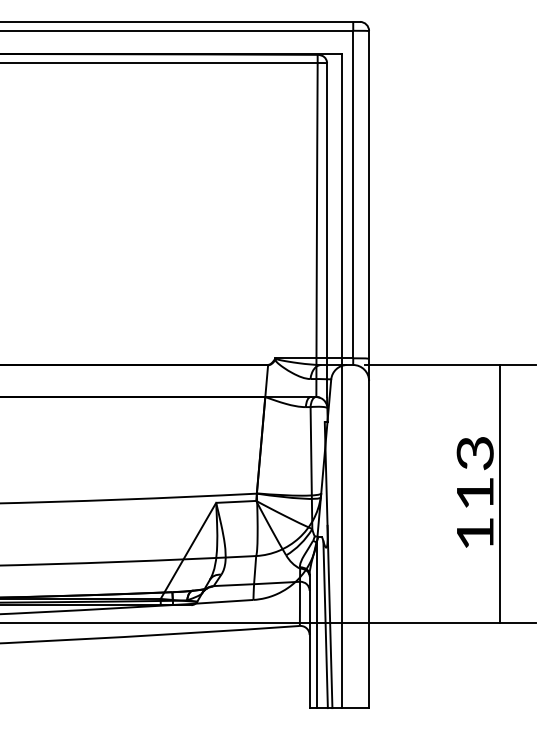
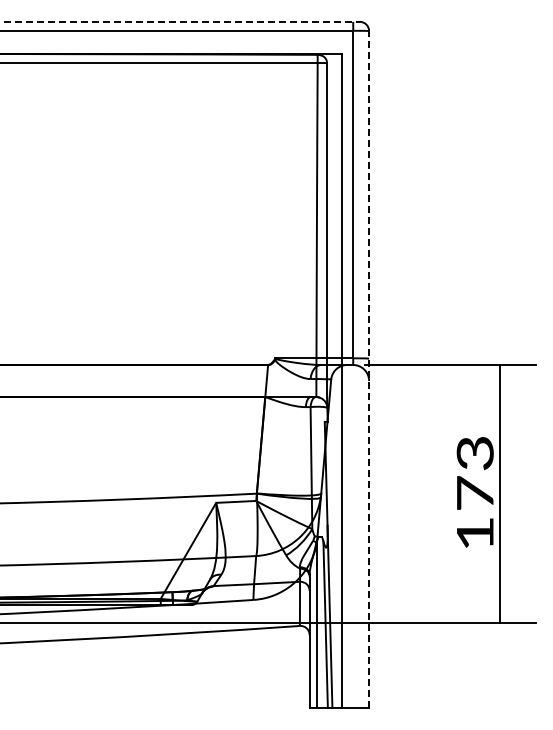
line at (180, 21): solid -> dashed
line at (369, 369): solid -> dashed
text at (475, 492): 113 -> 173
